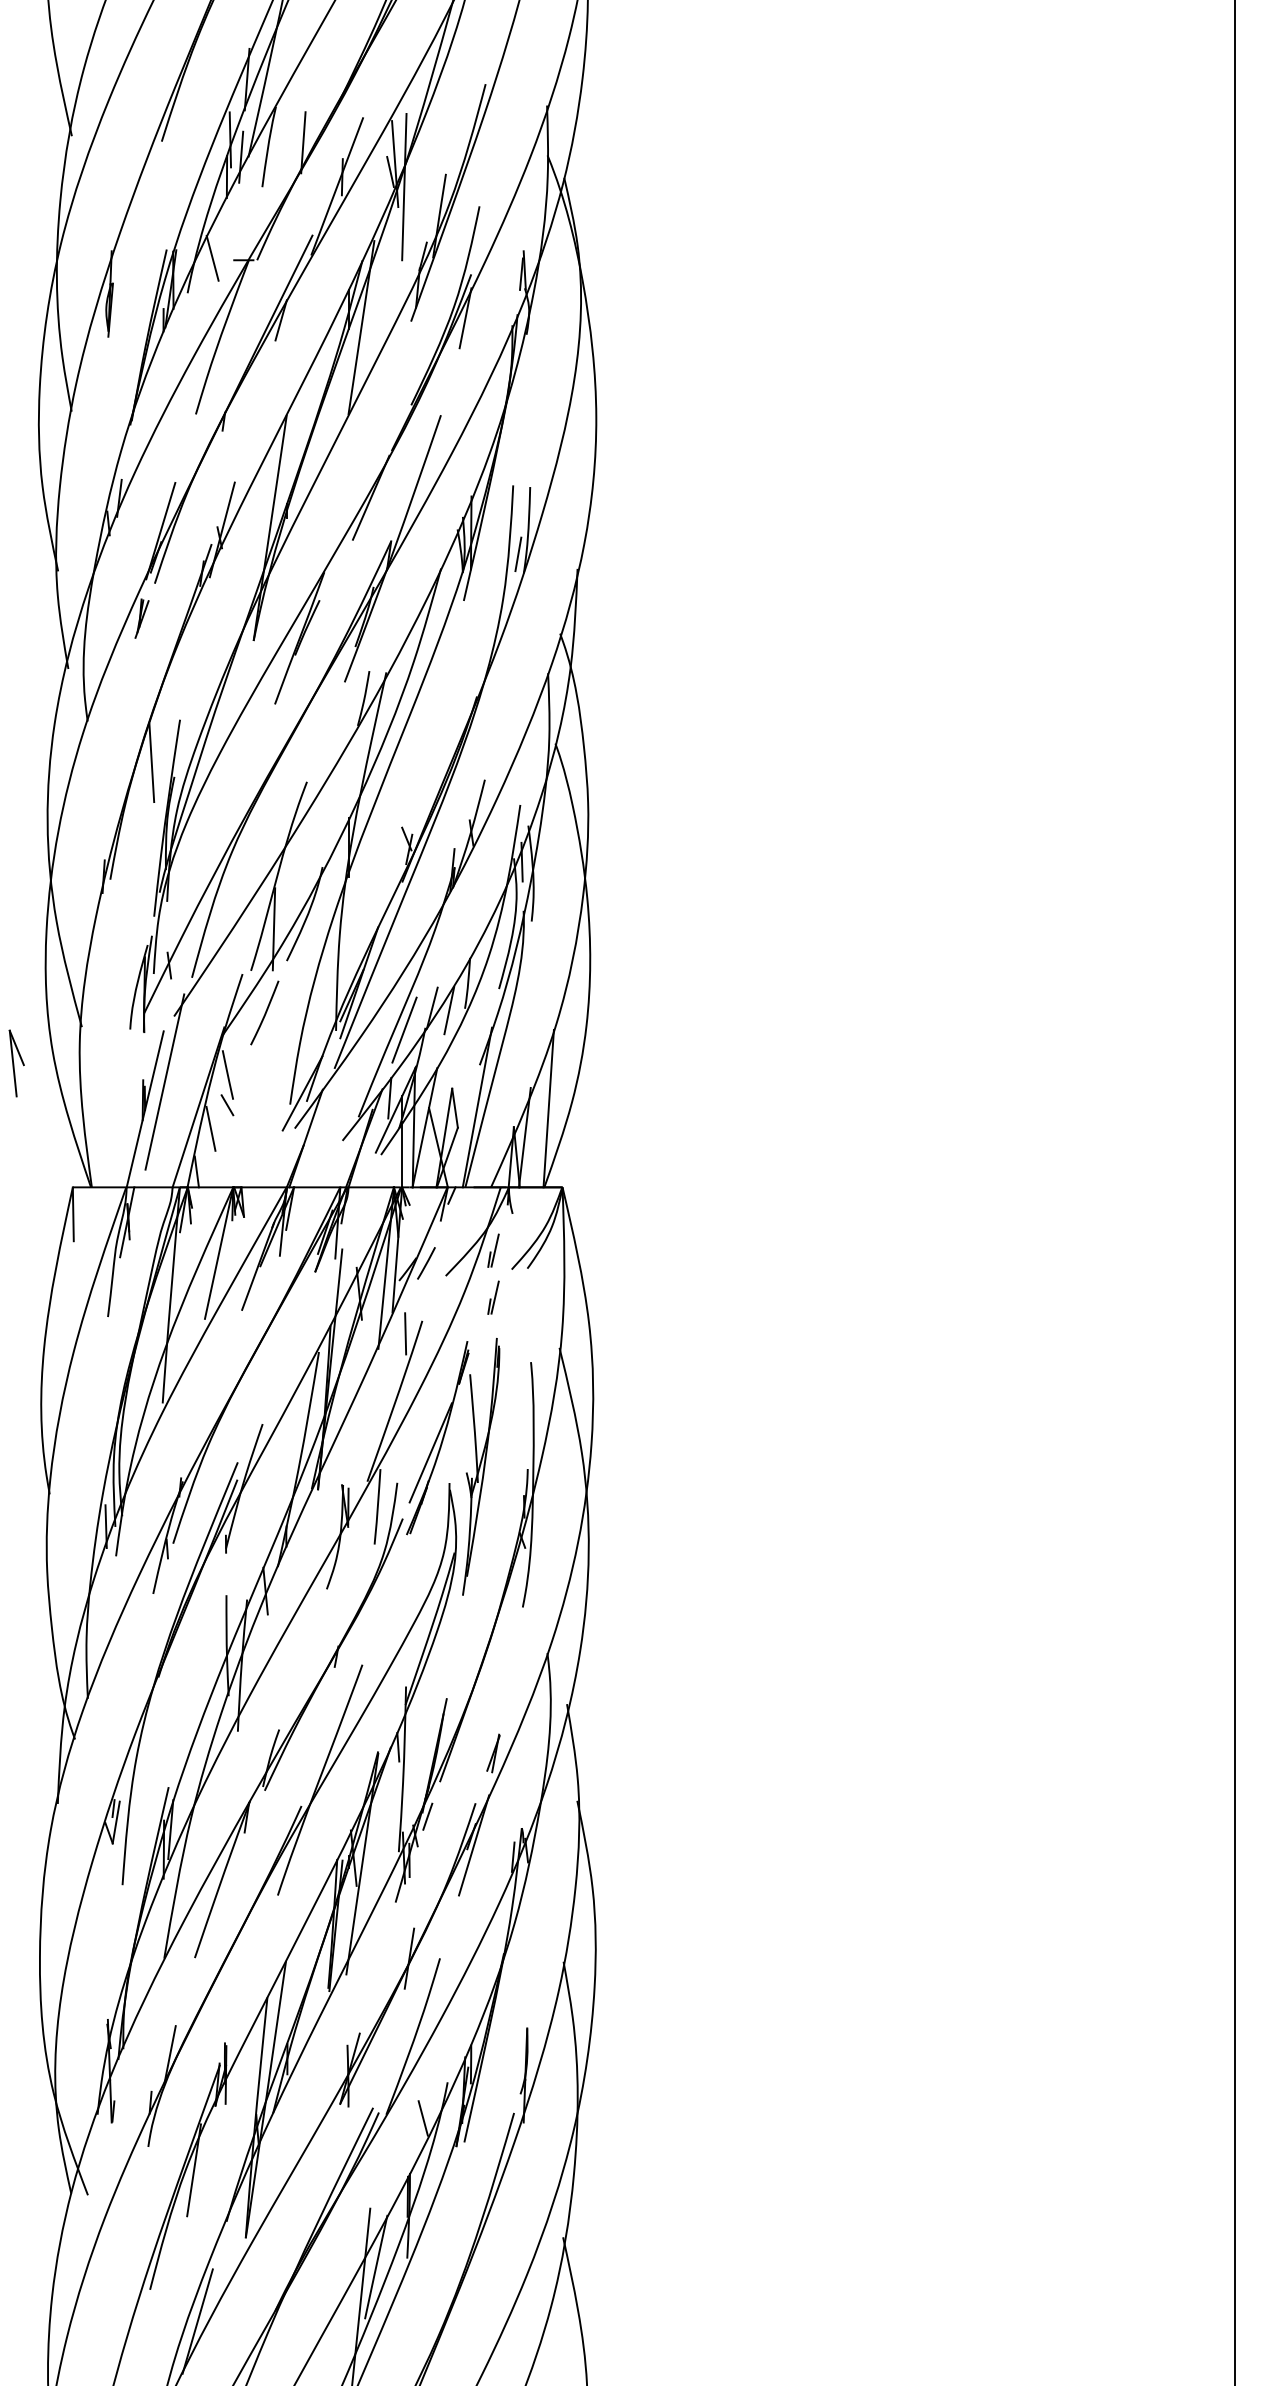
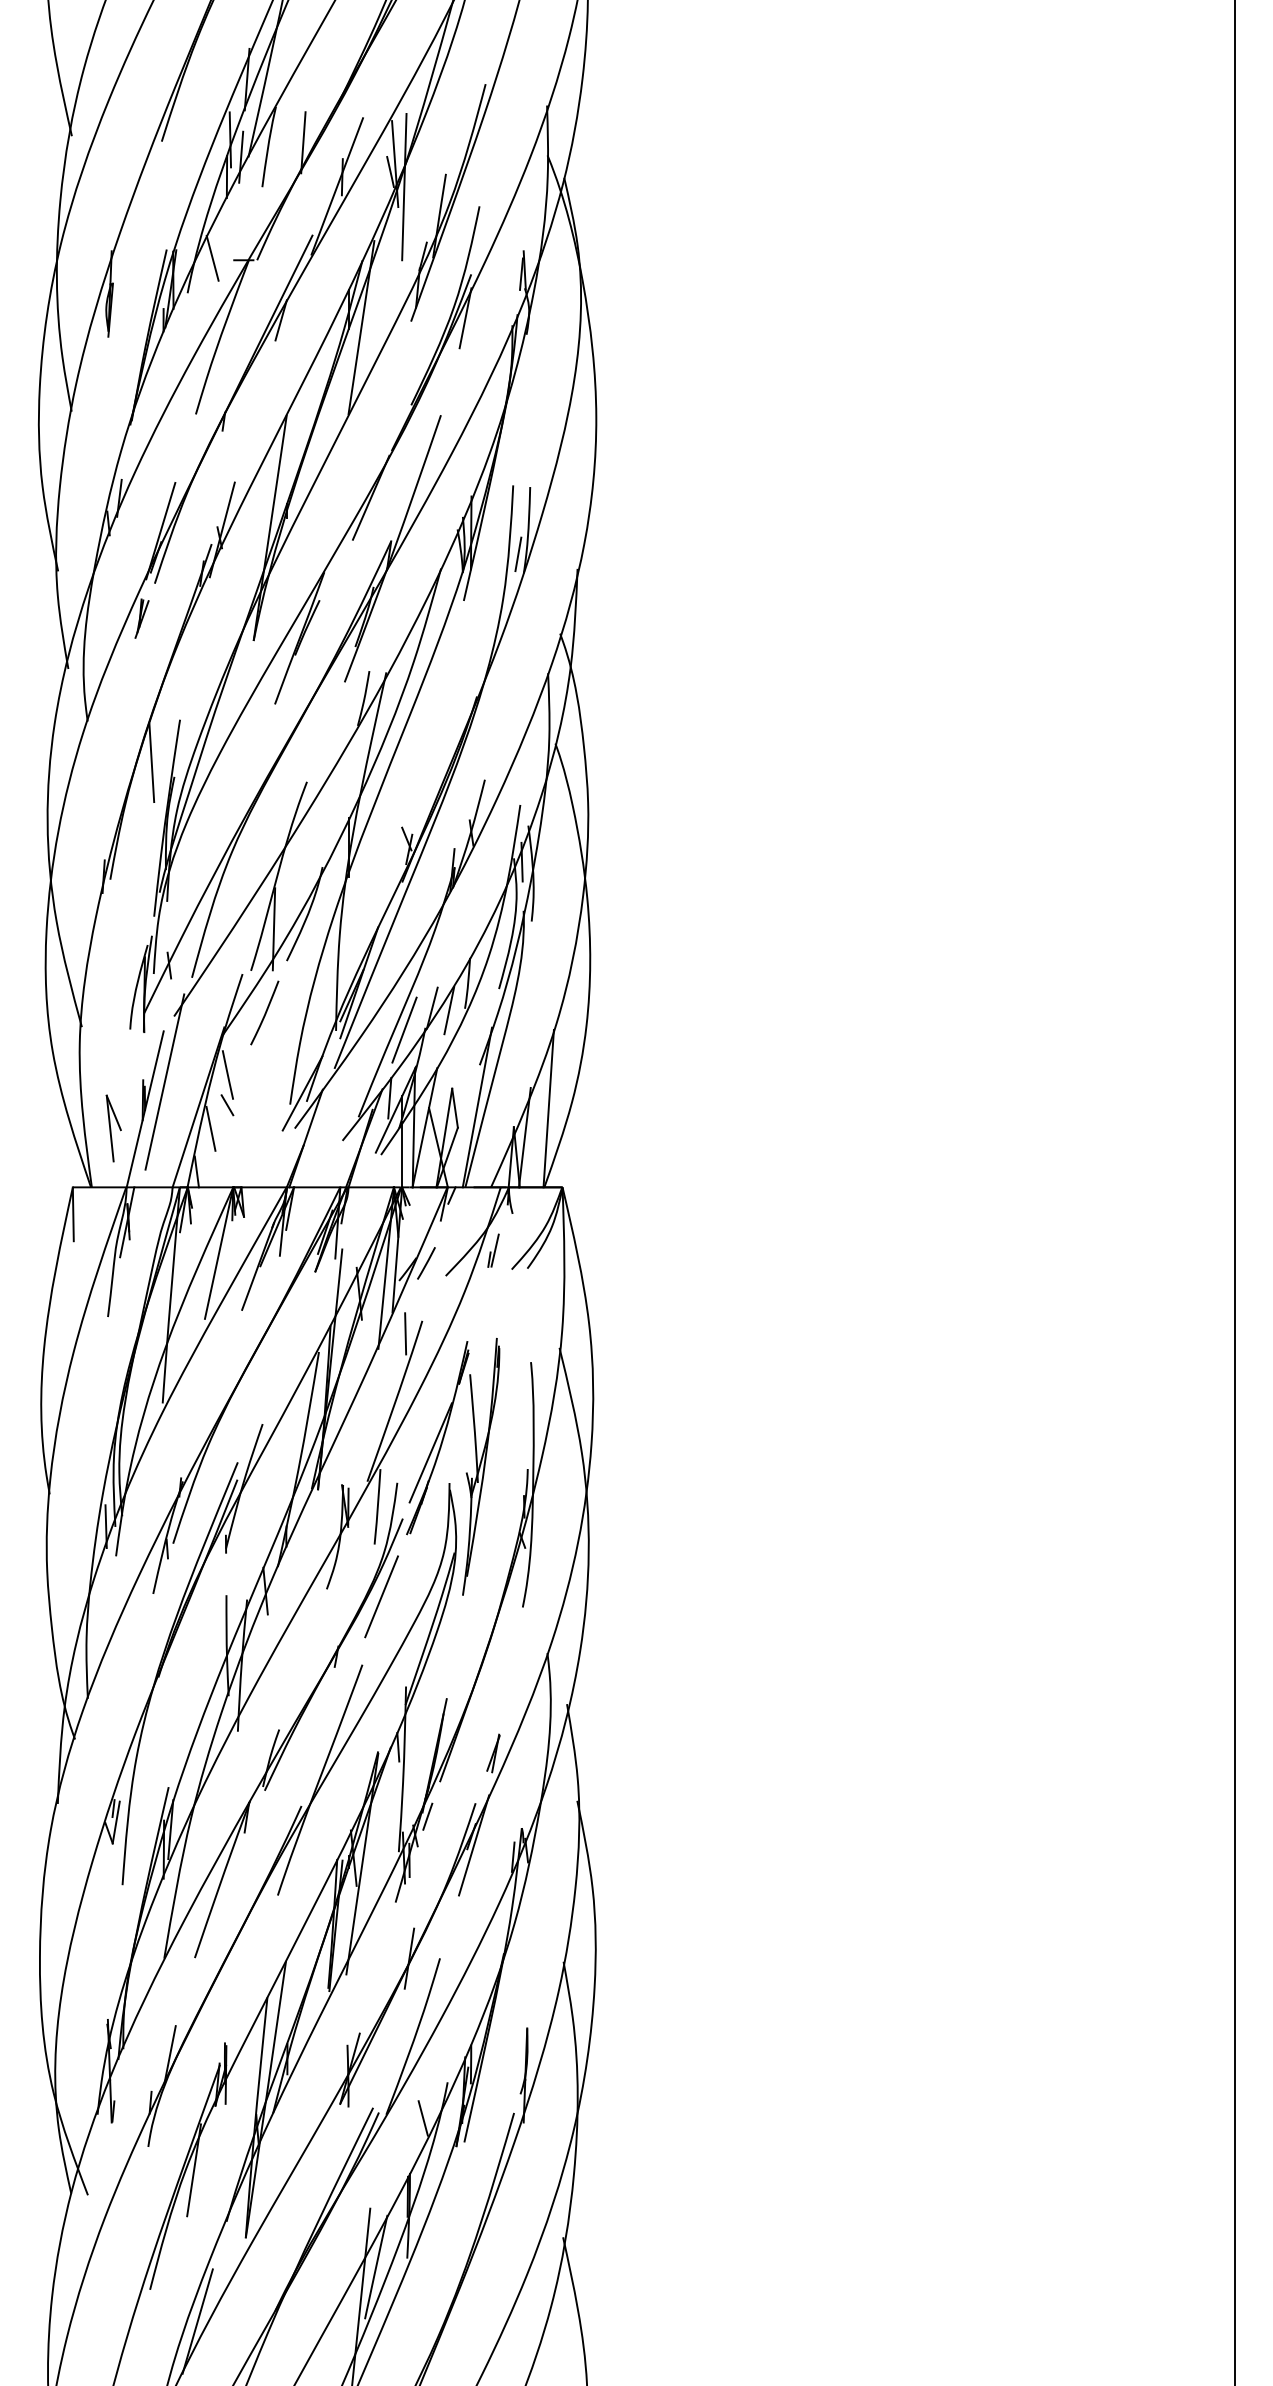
part at (16, 1063) position: (16, 1063) -> (113, 1128)
part at (493, 1297): present -> none
line at (381, 1596): none -> present
